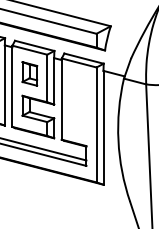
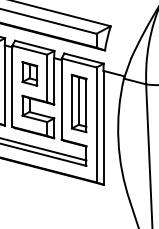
part at (78, 103): none -> present
